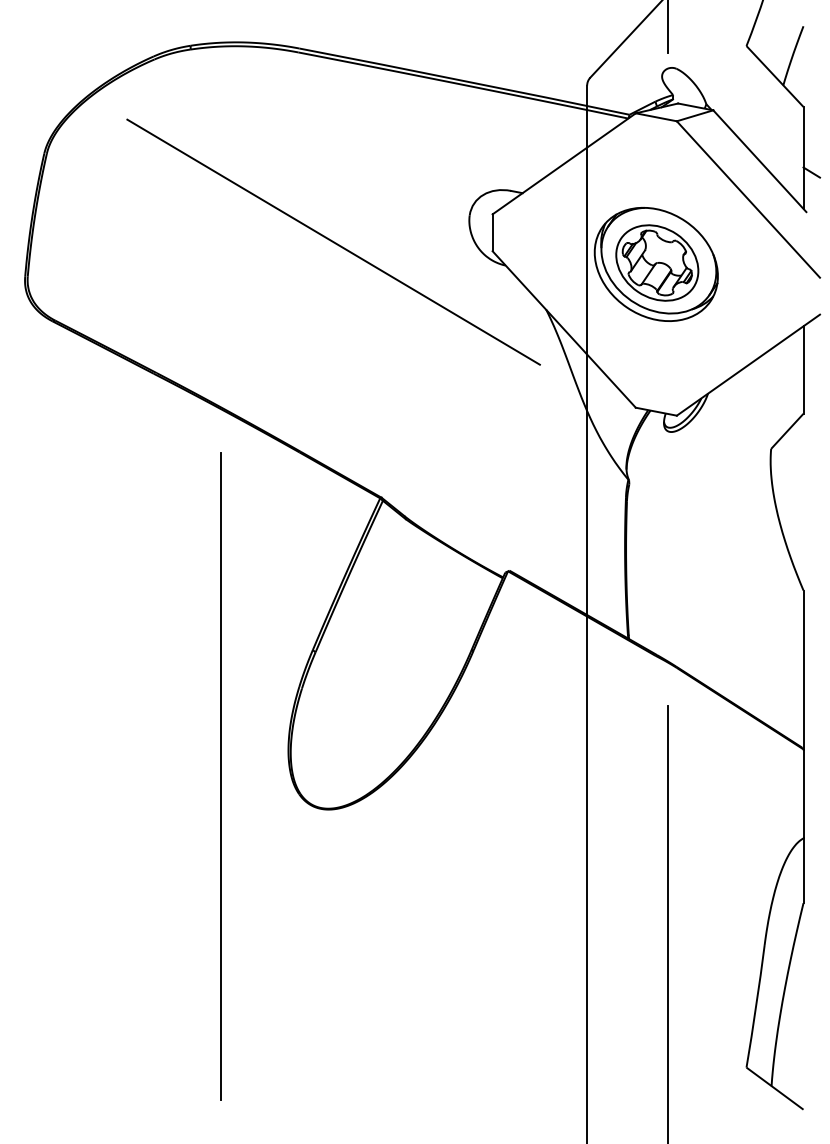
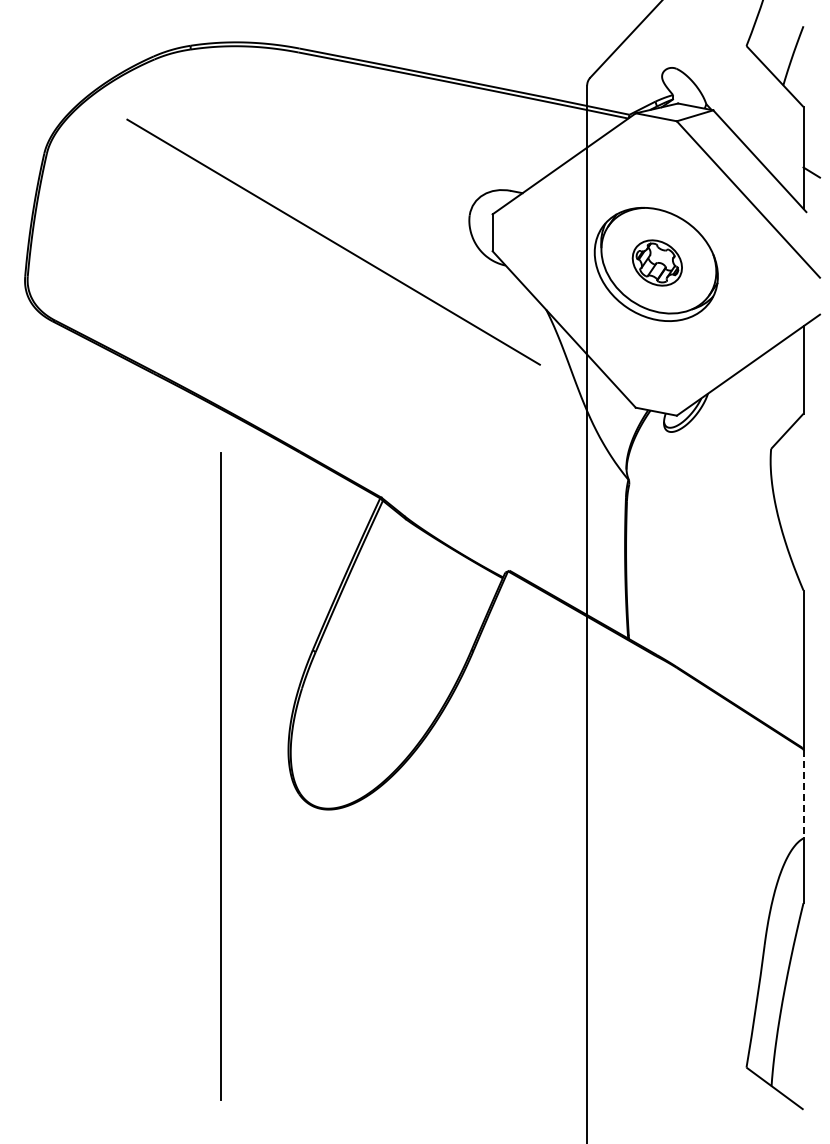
line at (667, 27): present -> none
part at (657, 262) size: 85x78 px -> 52x48 px
line at (803, 794): solid -> dashed
line at (667, 923): present -> none
